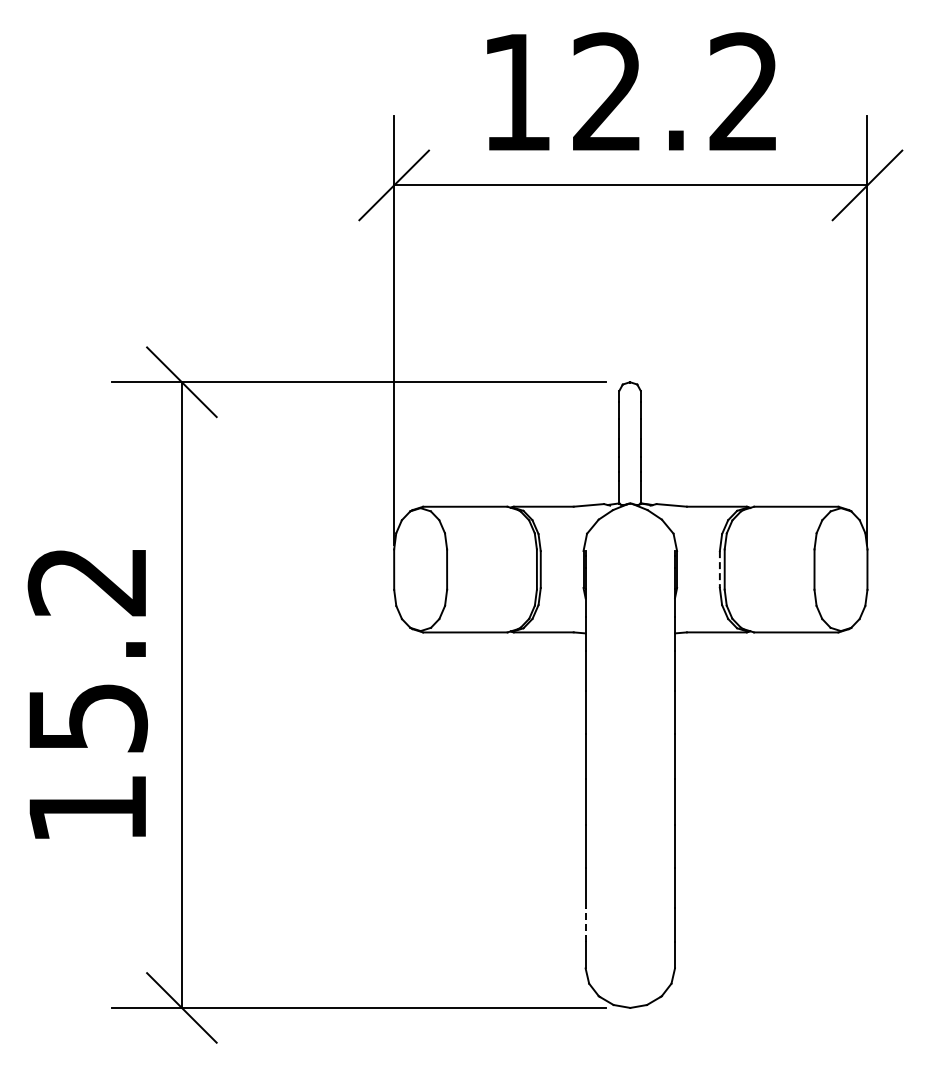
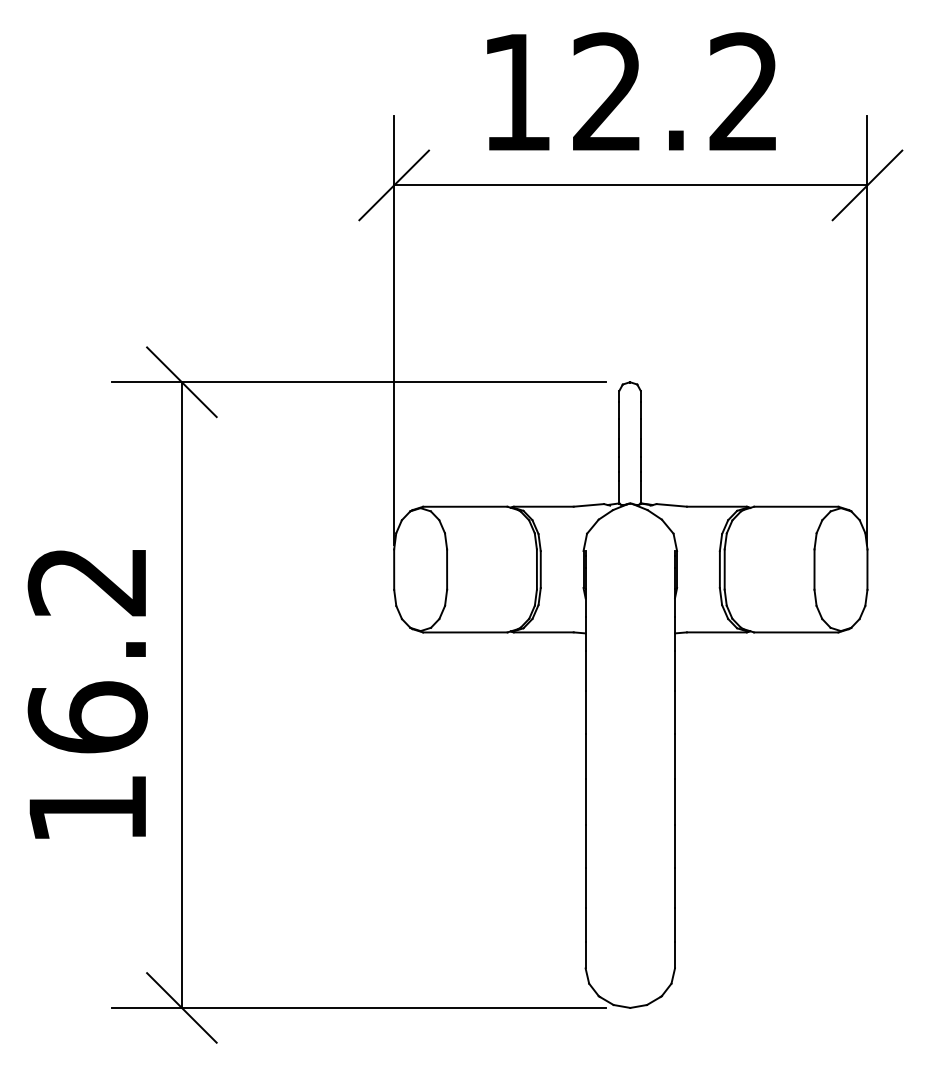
line at (719, 570): dashed -> solid
text at (87, 717): 15.2 -> 16.2
line at (585, 924): dashed -> solid
